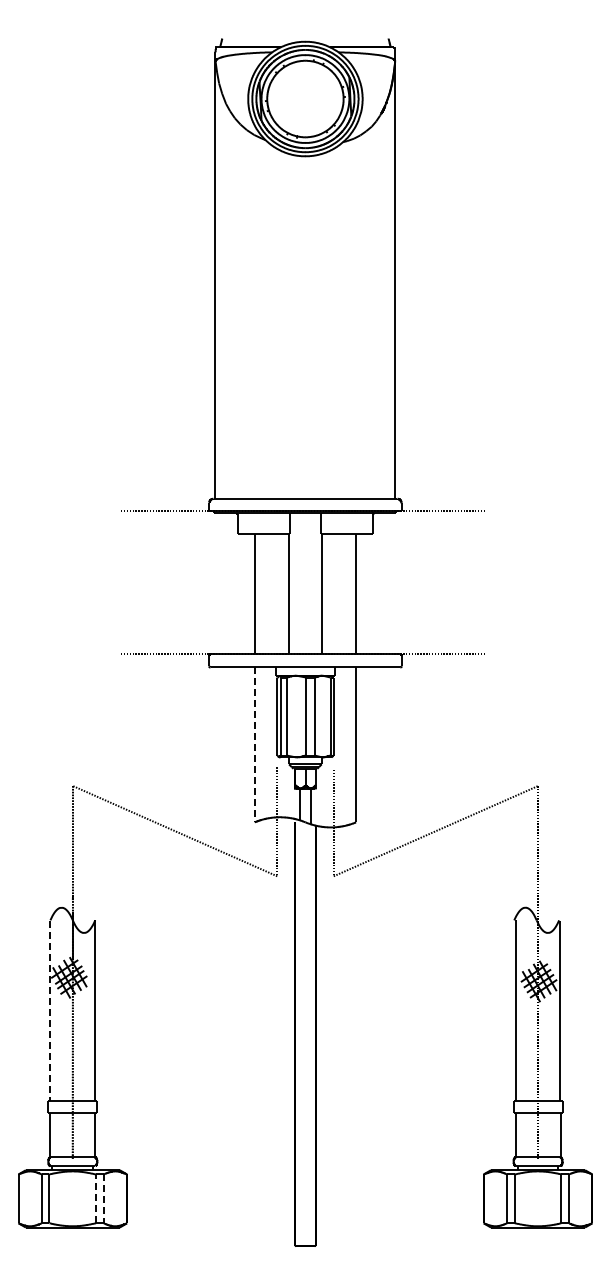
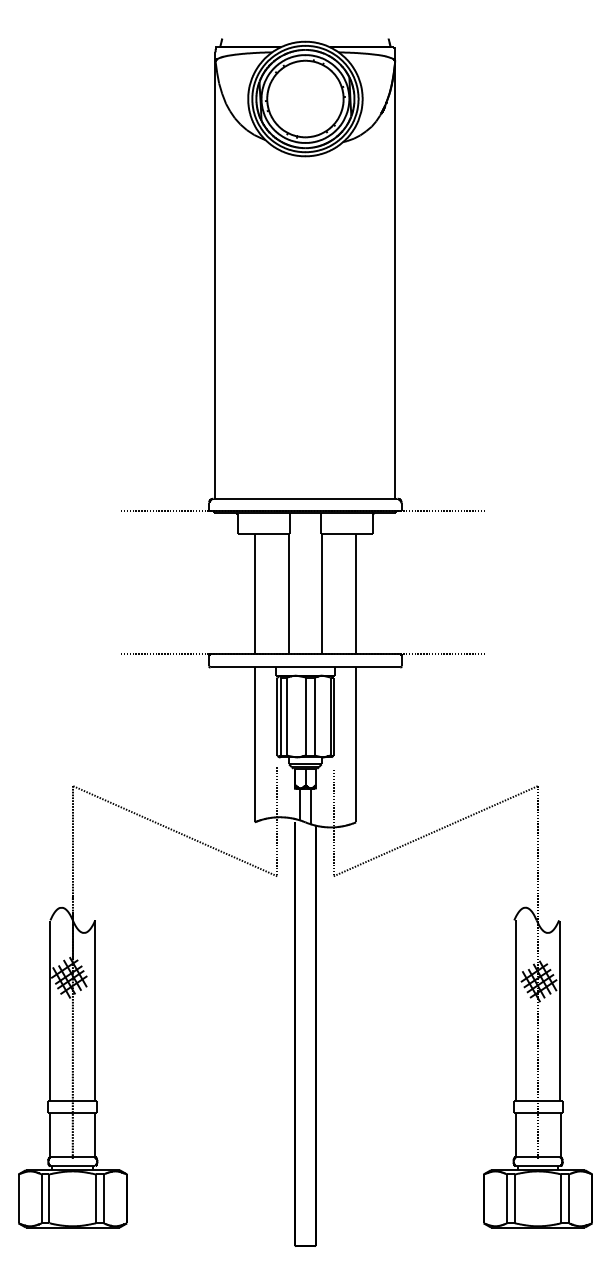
line at (254, 744): dashed -> solid
line at (50, 1010): dashed -> solid
line at (96, 1198): dashed -> solid
line at (103, 1199): dashed -> solid
